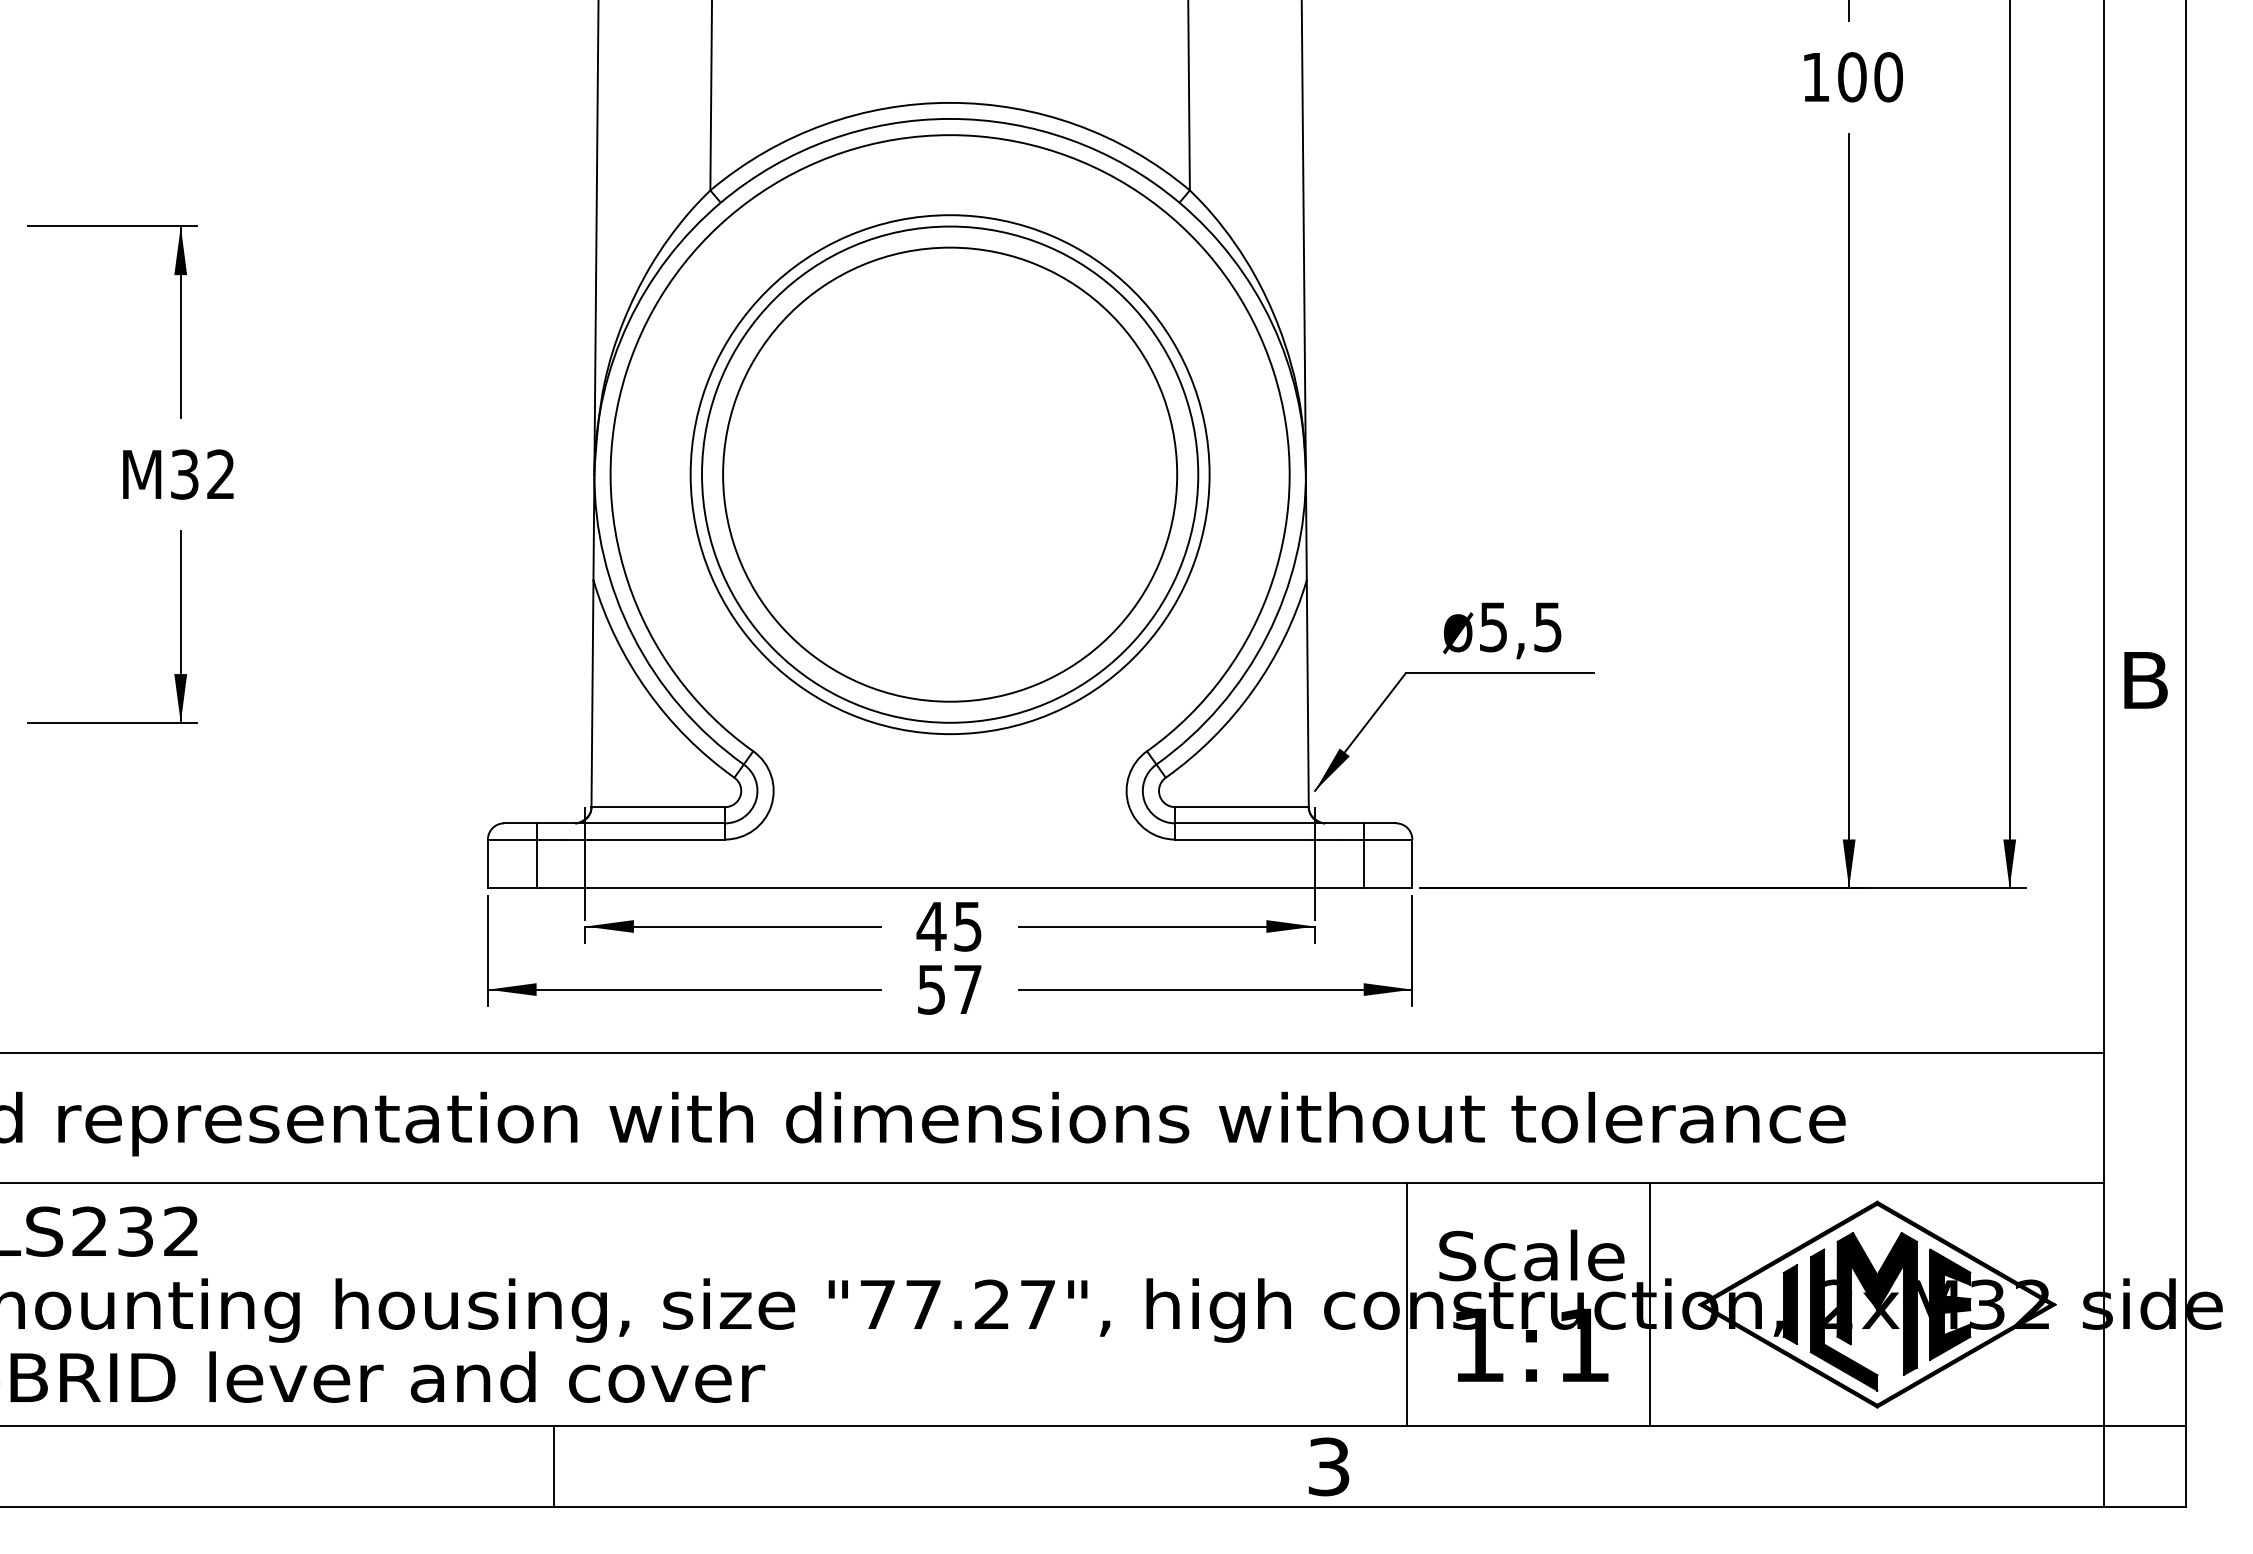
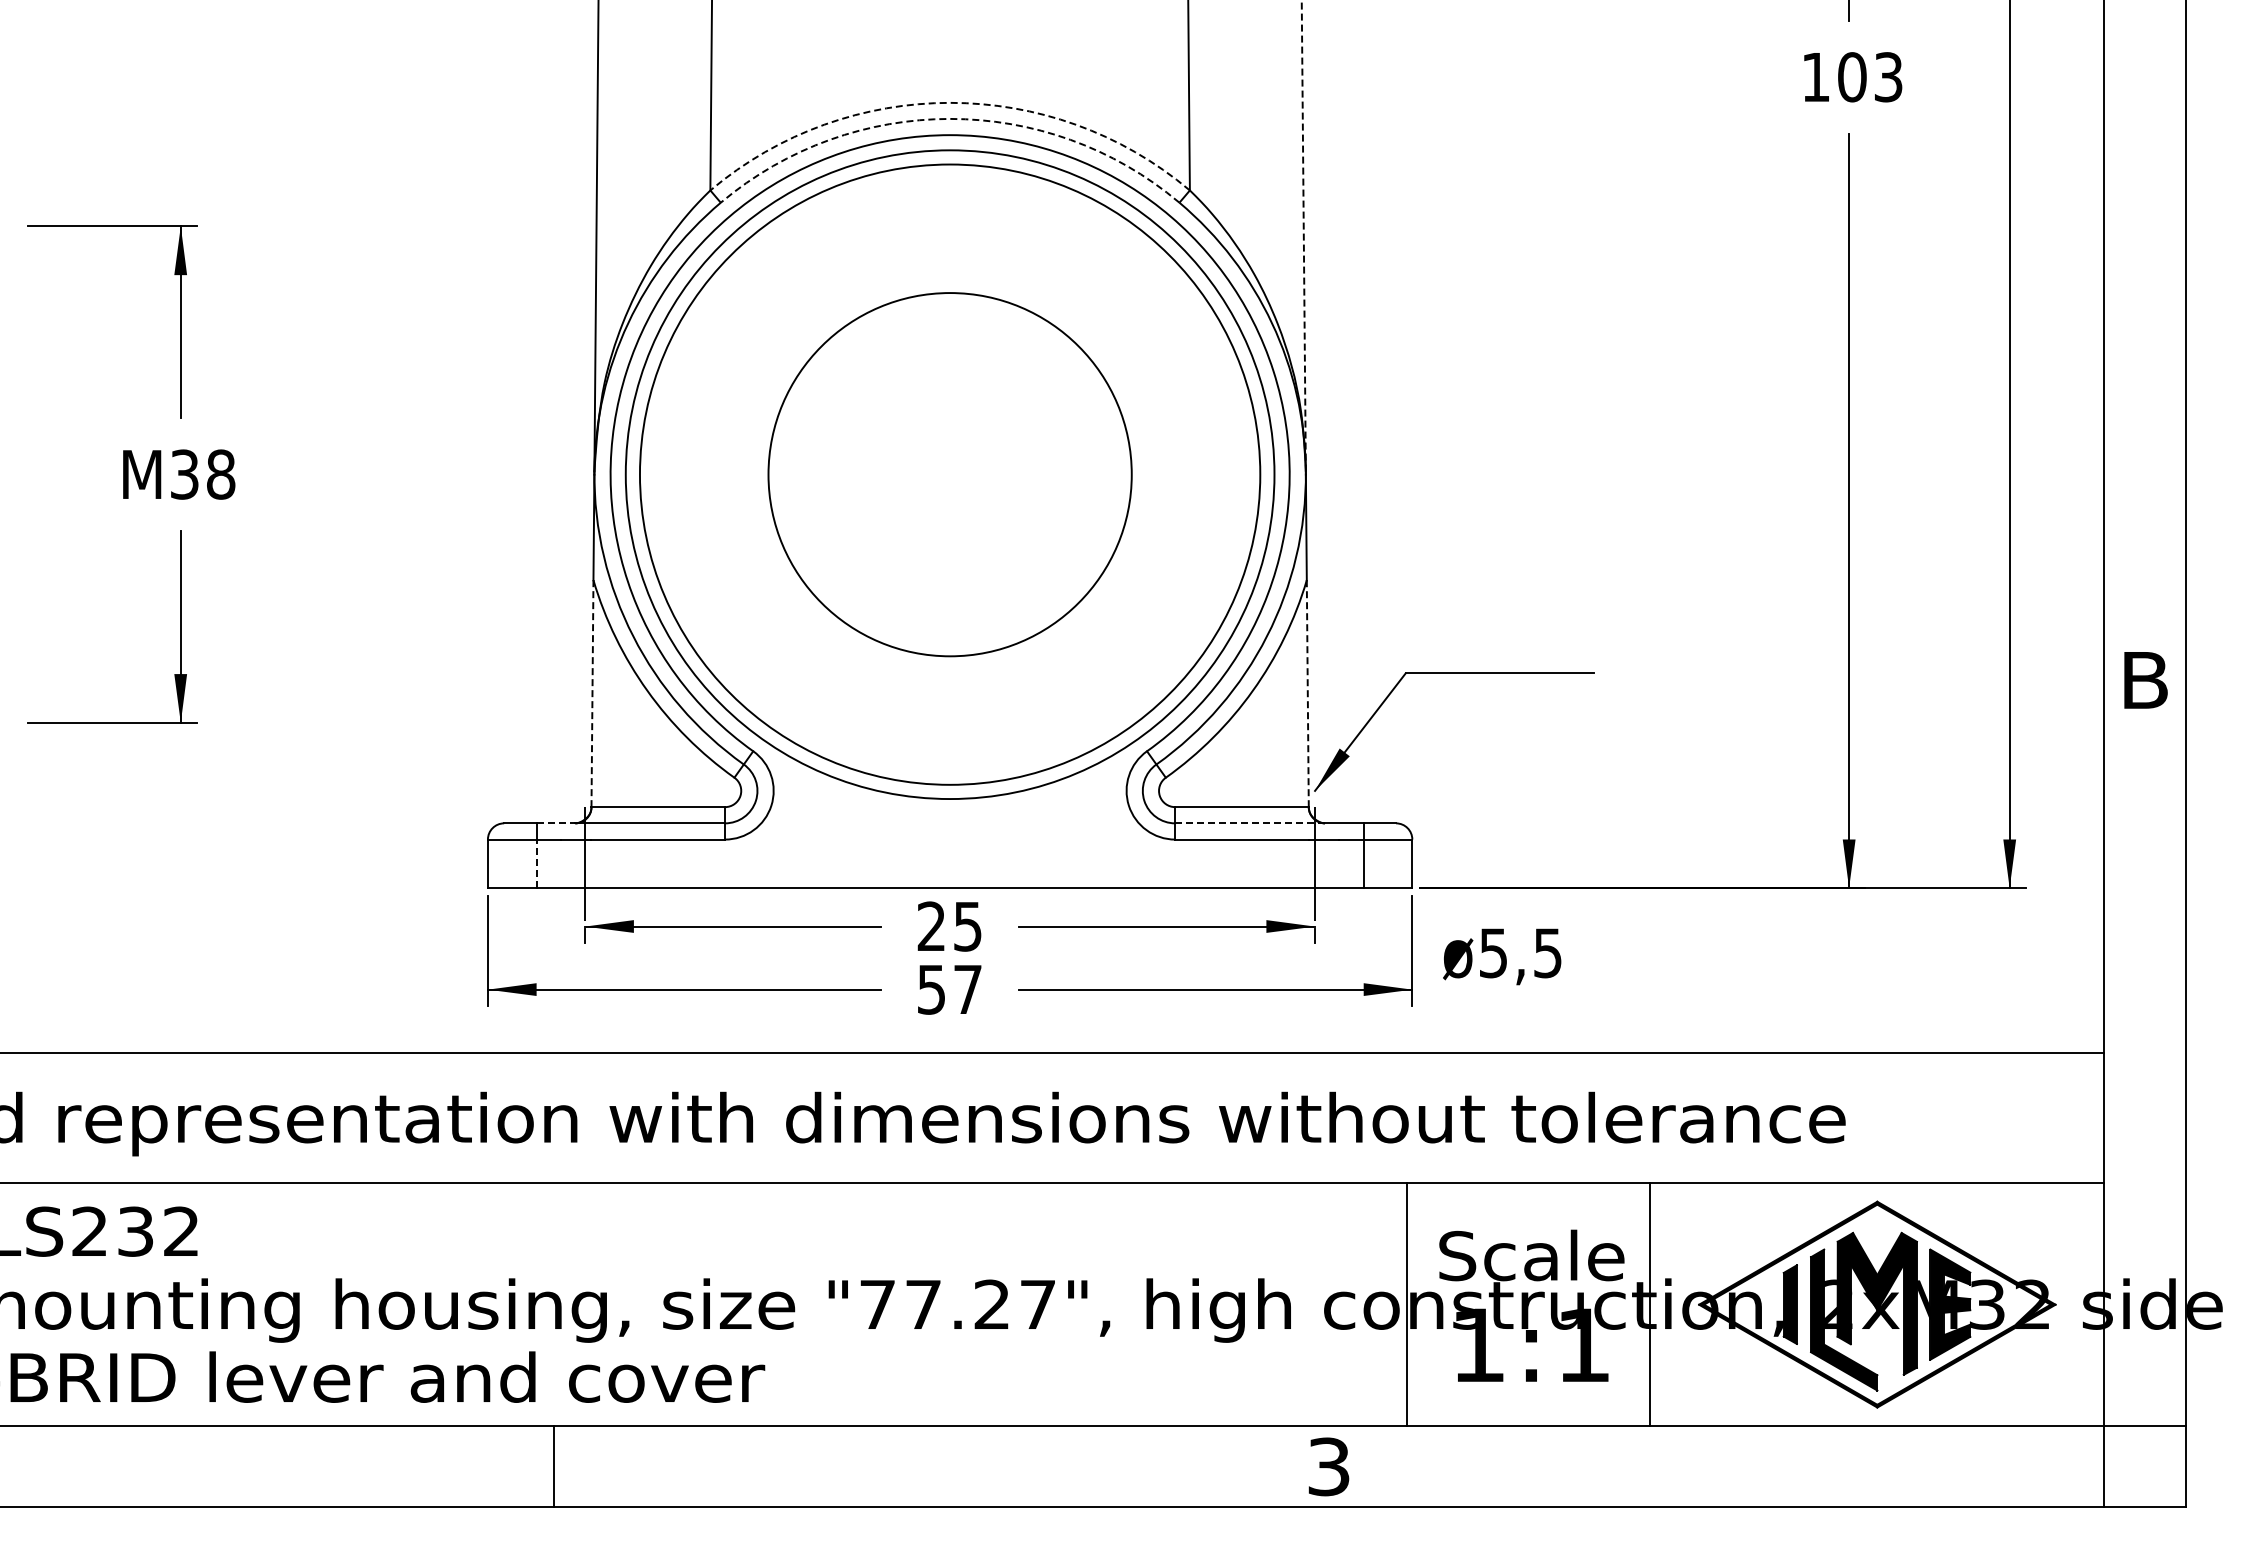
text at (1888, 77): 100 -> 103
arc at (950, 102): solid -> dashed
arc at (950, 118): solid -> dashed
line at (1303, 235): solid -> dashed
text at (221, 474): M32 -> M38
circle at (949, 474) diameter: 519 px -> 649 px
circle at (950, 474) diameter: 454 px -> 363 px
circle at (950, 474) diameter: 496 px -> 620 px
text at (1502, 630) position: (1502, 630) -> (1502, 956)
line at (592, 693): solid -> dashed
line at (1307, 694): solid -> dashed
line at (556, 823): solid -> dashed
line at (1250, 823): solid -> dashed
line at (536, 863): solid -> dashed
text at (931, 925): 45 -> 25
